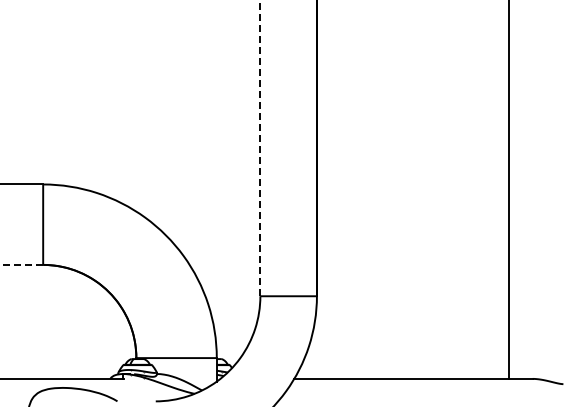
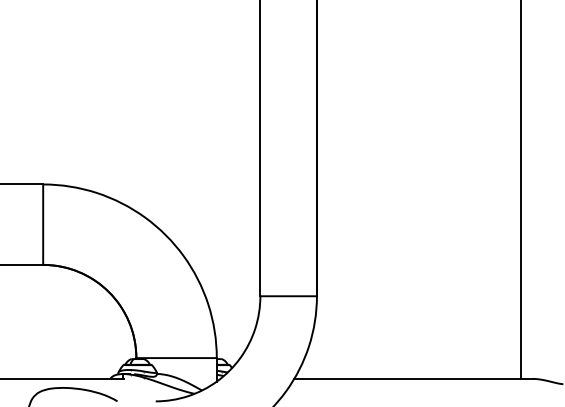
line at (260, 148): dashed -> solid
line at (509, 190) position: (509, 190) -> (521, 190)
line at (22, 264): dashed -> solid
